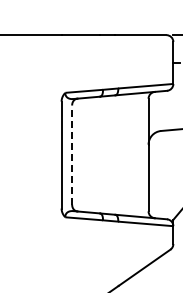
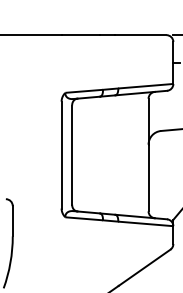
line at (72, 155): dashed -> solid
part at (8, 243): none -> present
